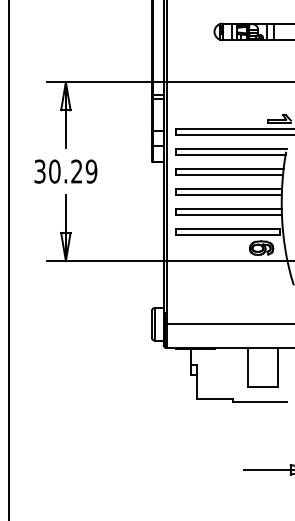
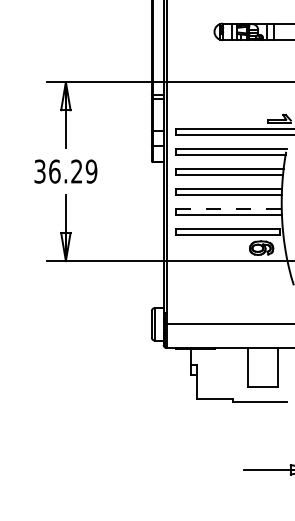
text at (54, 171): 30.29 -> 36.29
line at (229, 209): solid -> dashed
line at (8, 259): present -> none
